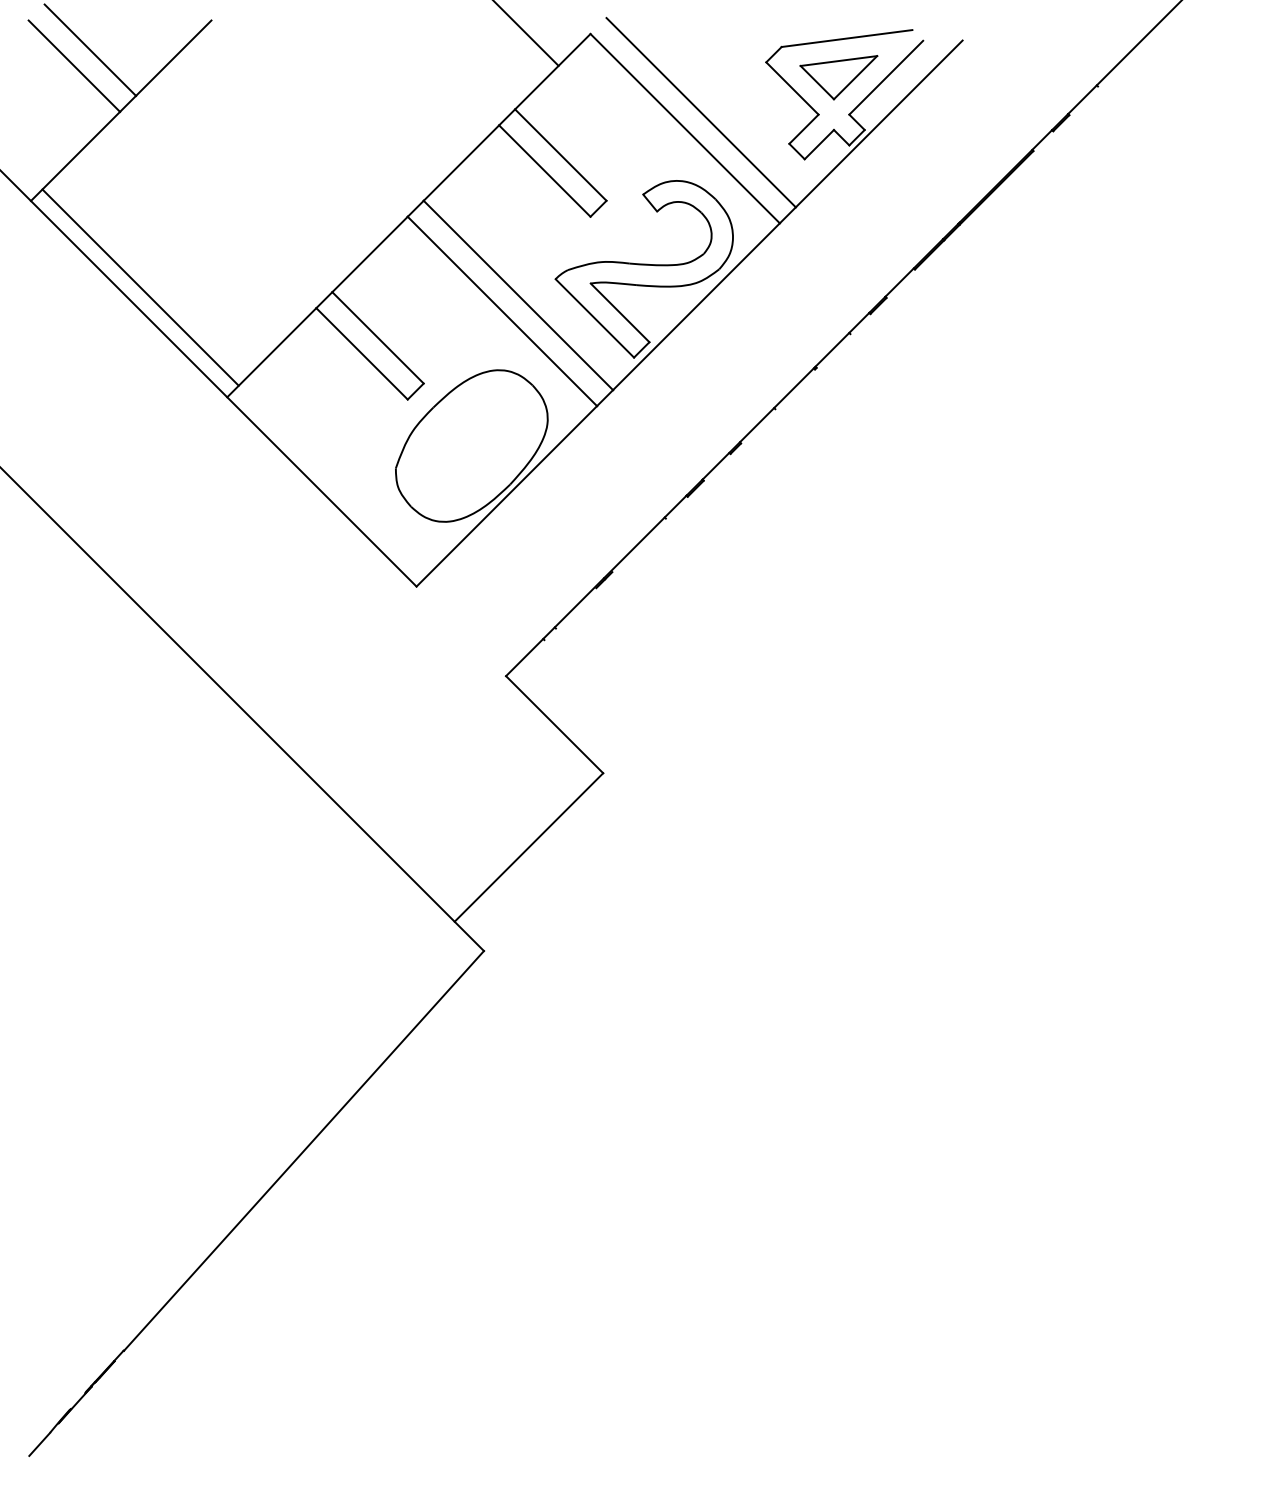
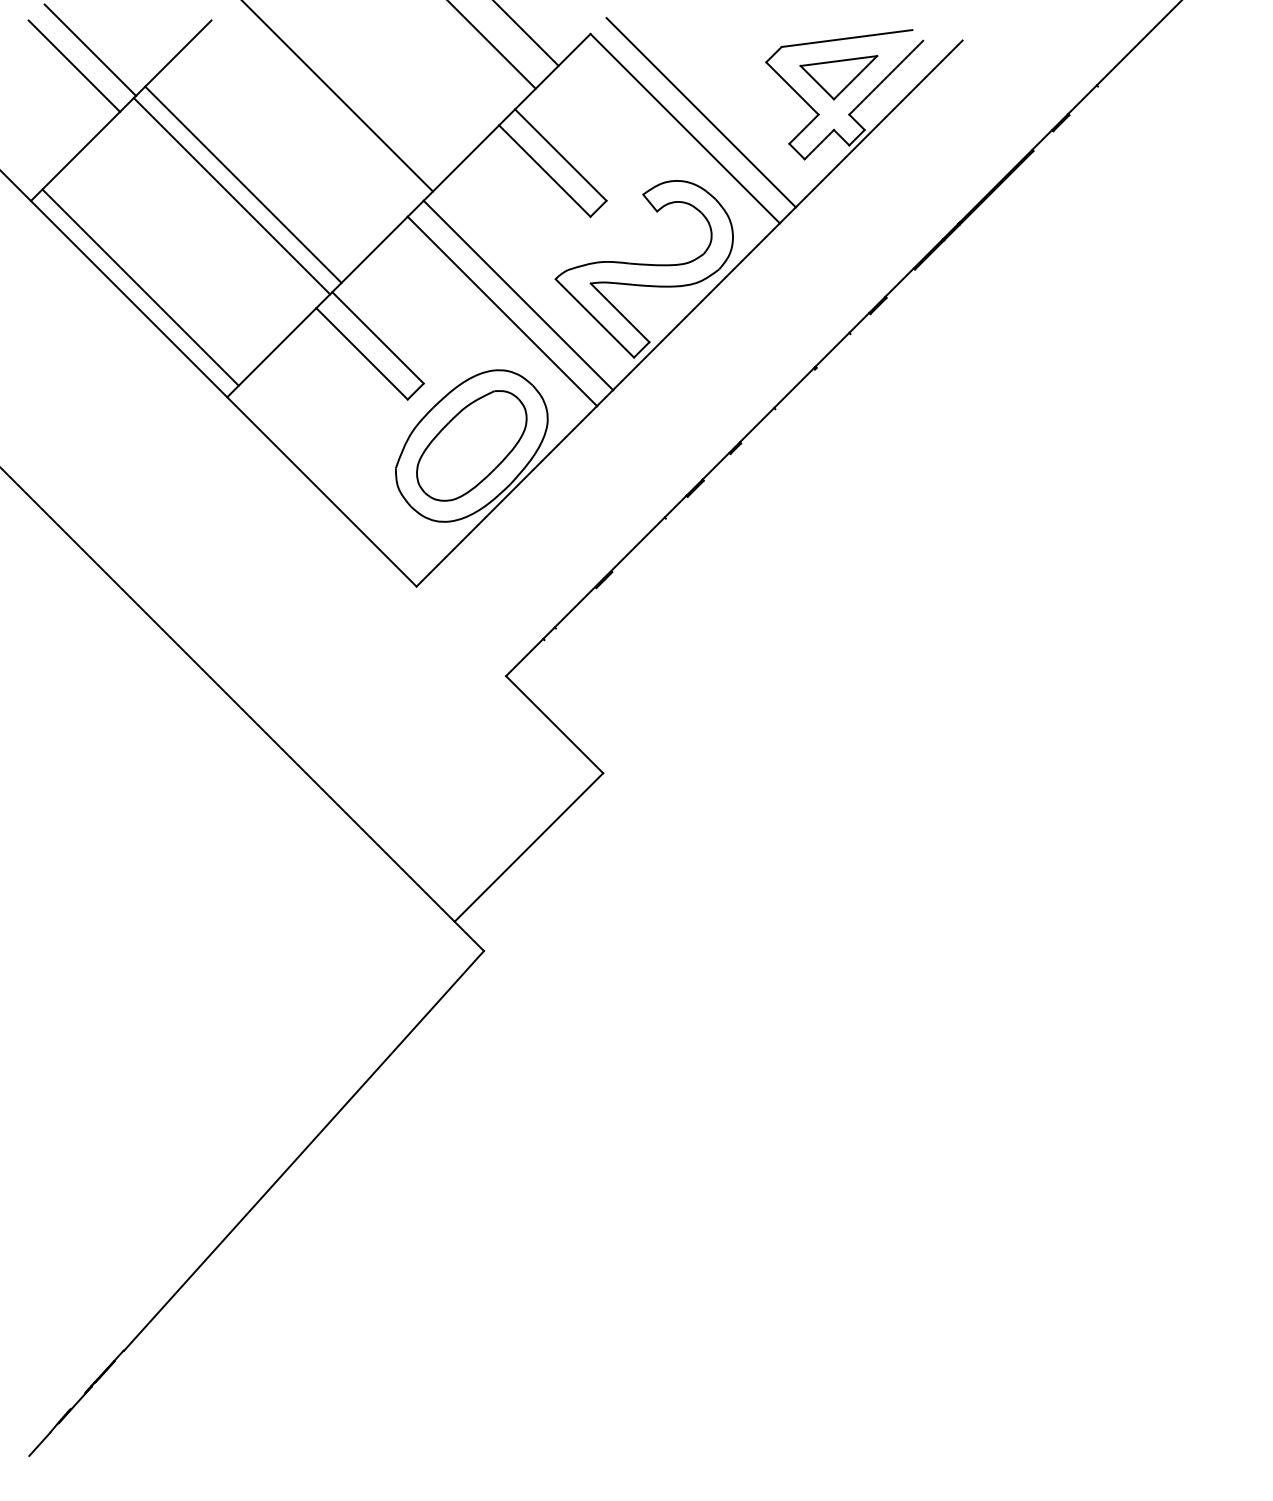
line at (492, 45): none -> present
line at (337, 96): none -> present
line at (243, 184): none -> present
line at (231, 196): none -> present
part at (471, 445): none -> present
